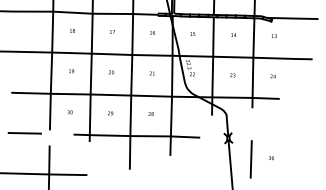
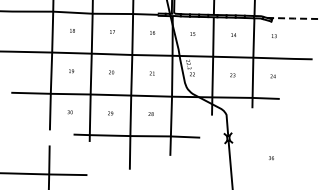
line at (293, 18): solid -> dashed
line at (24, 133): present -> none
line at (250, 159): present -> none
